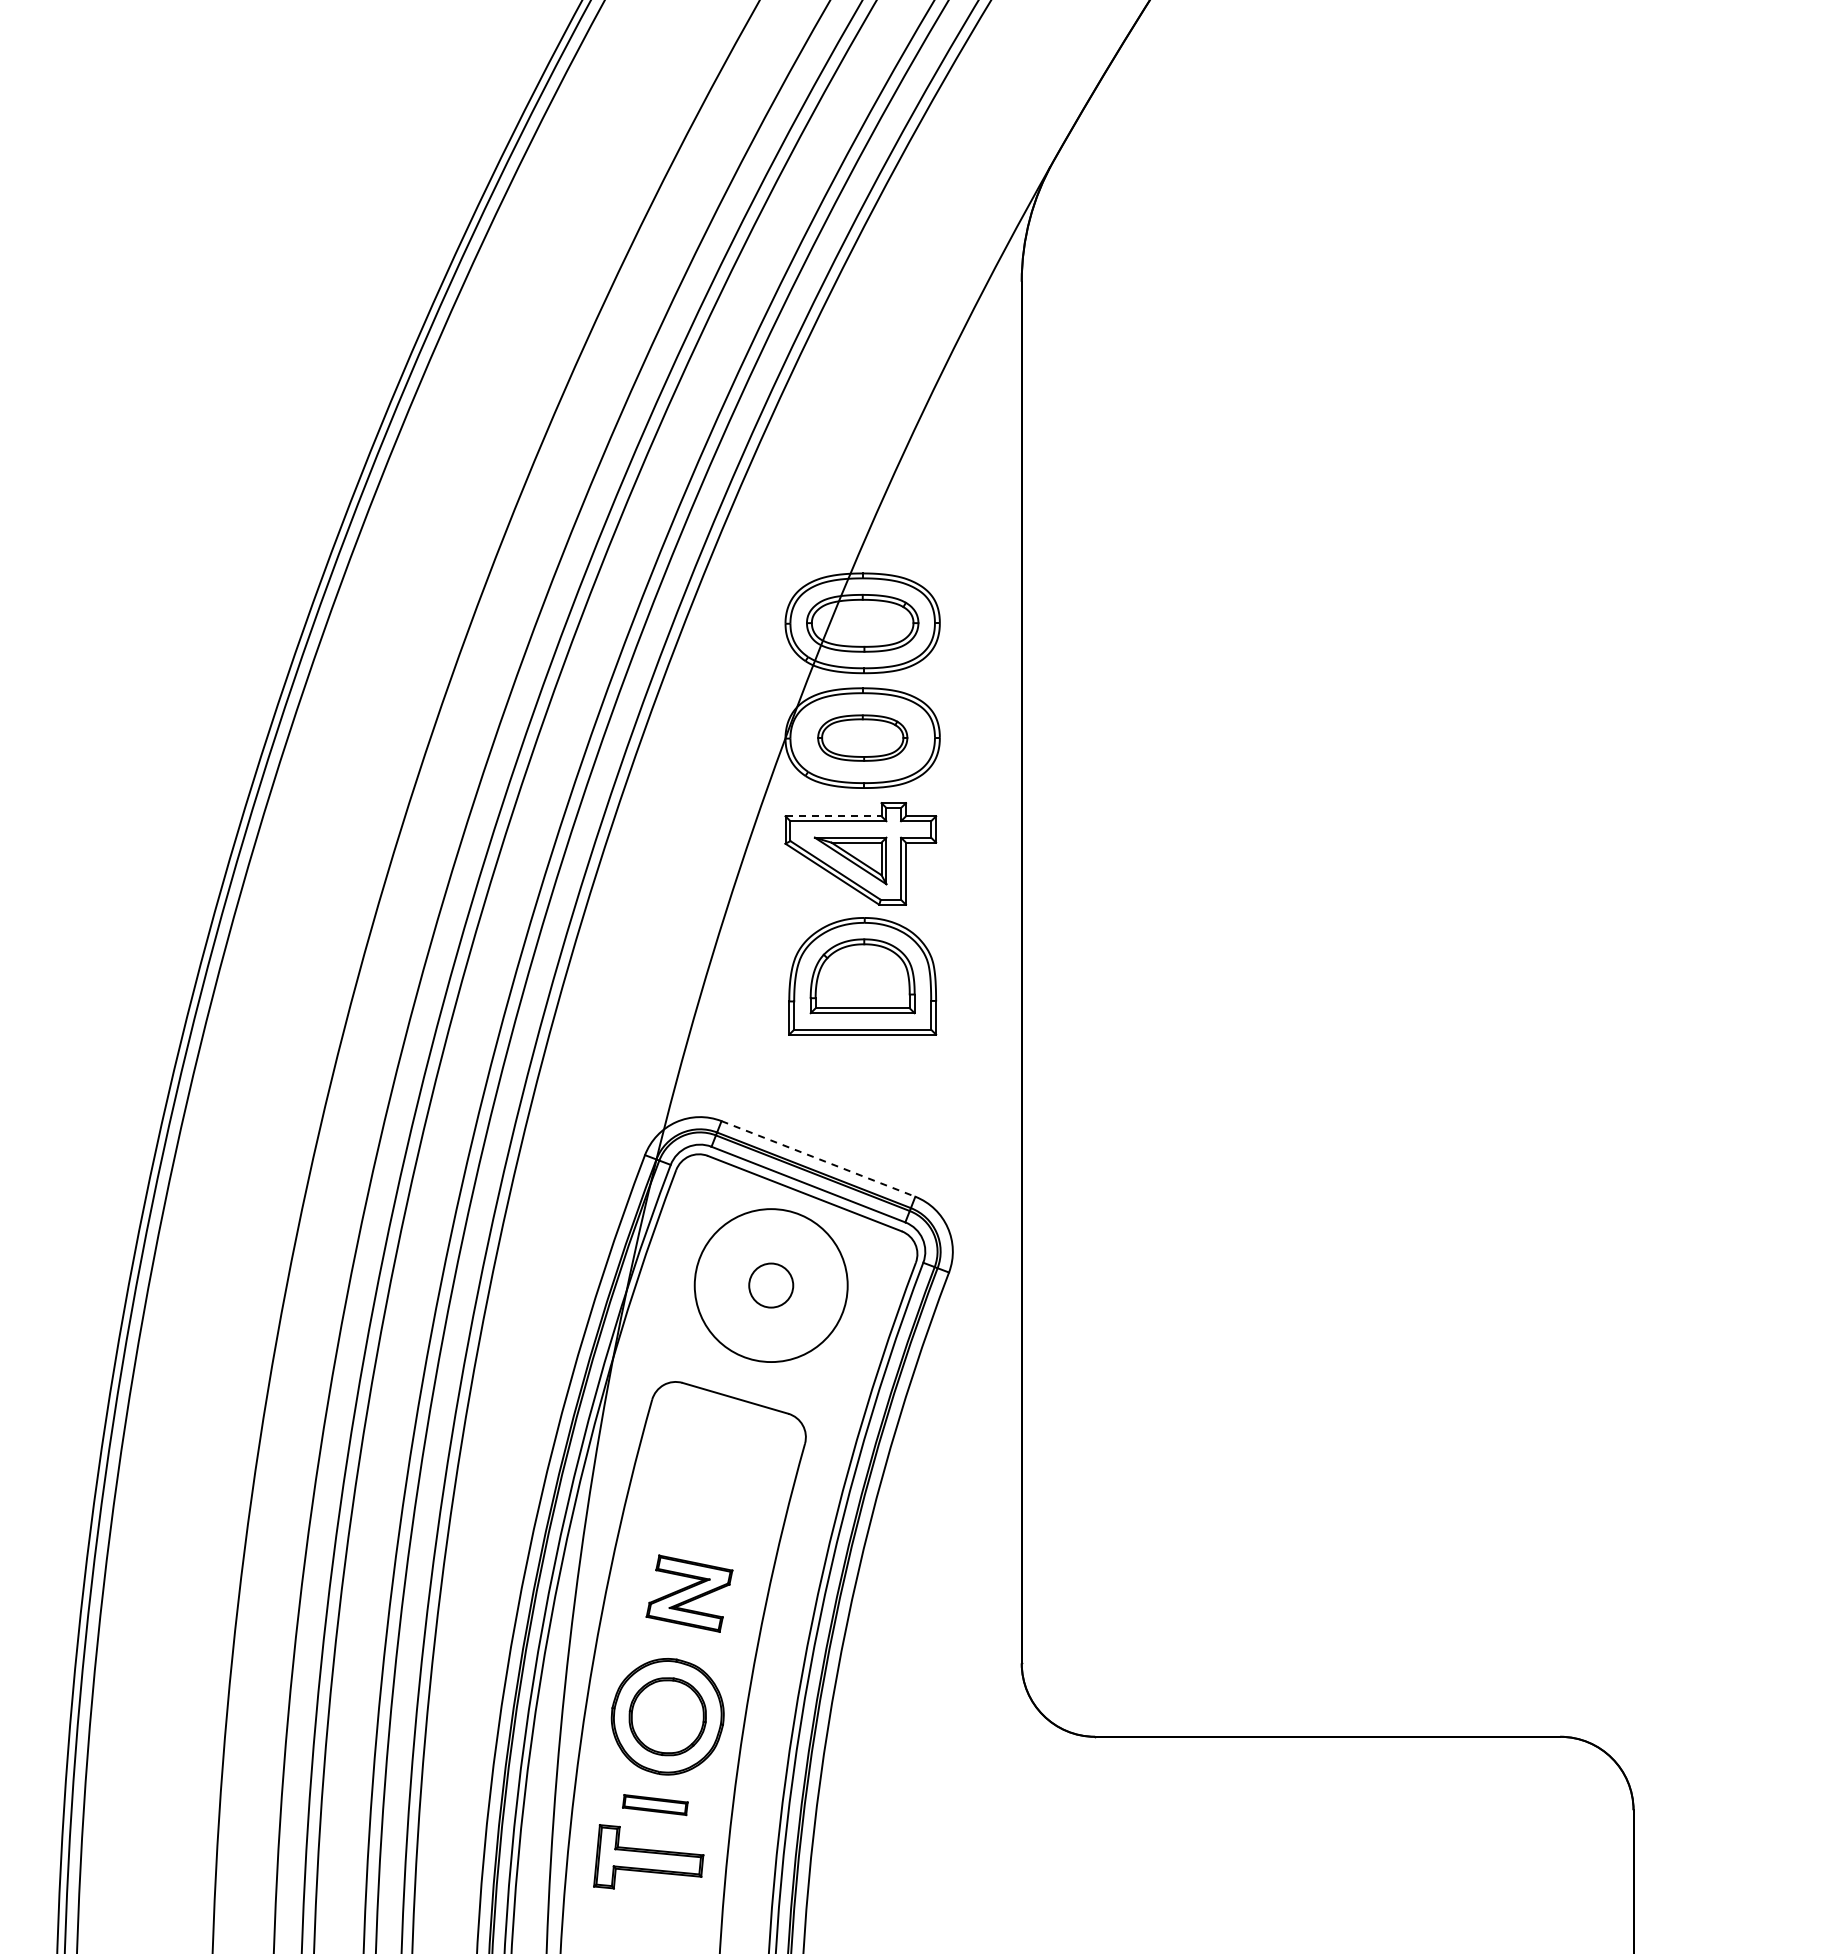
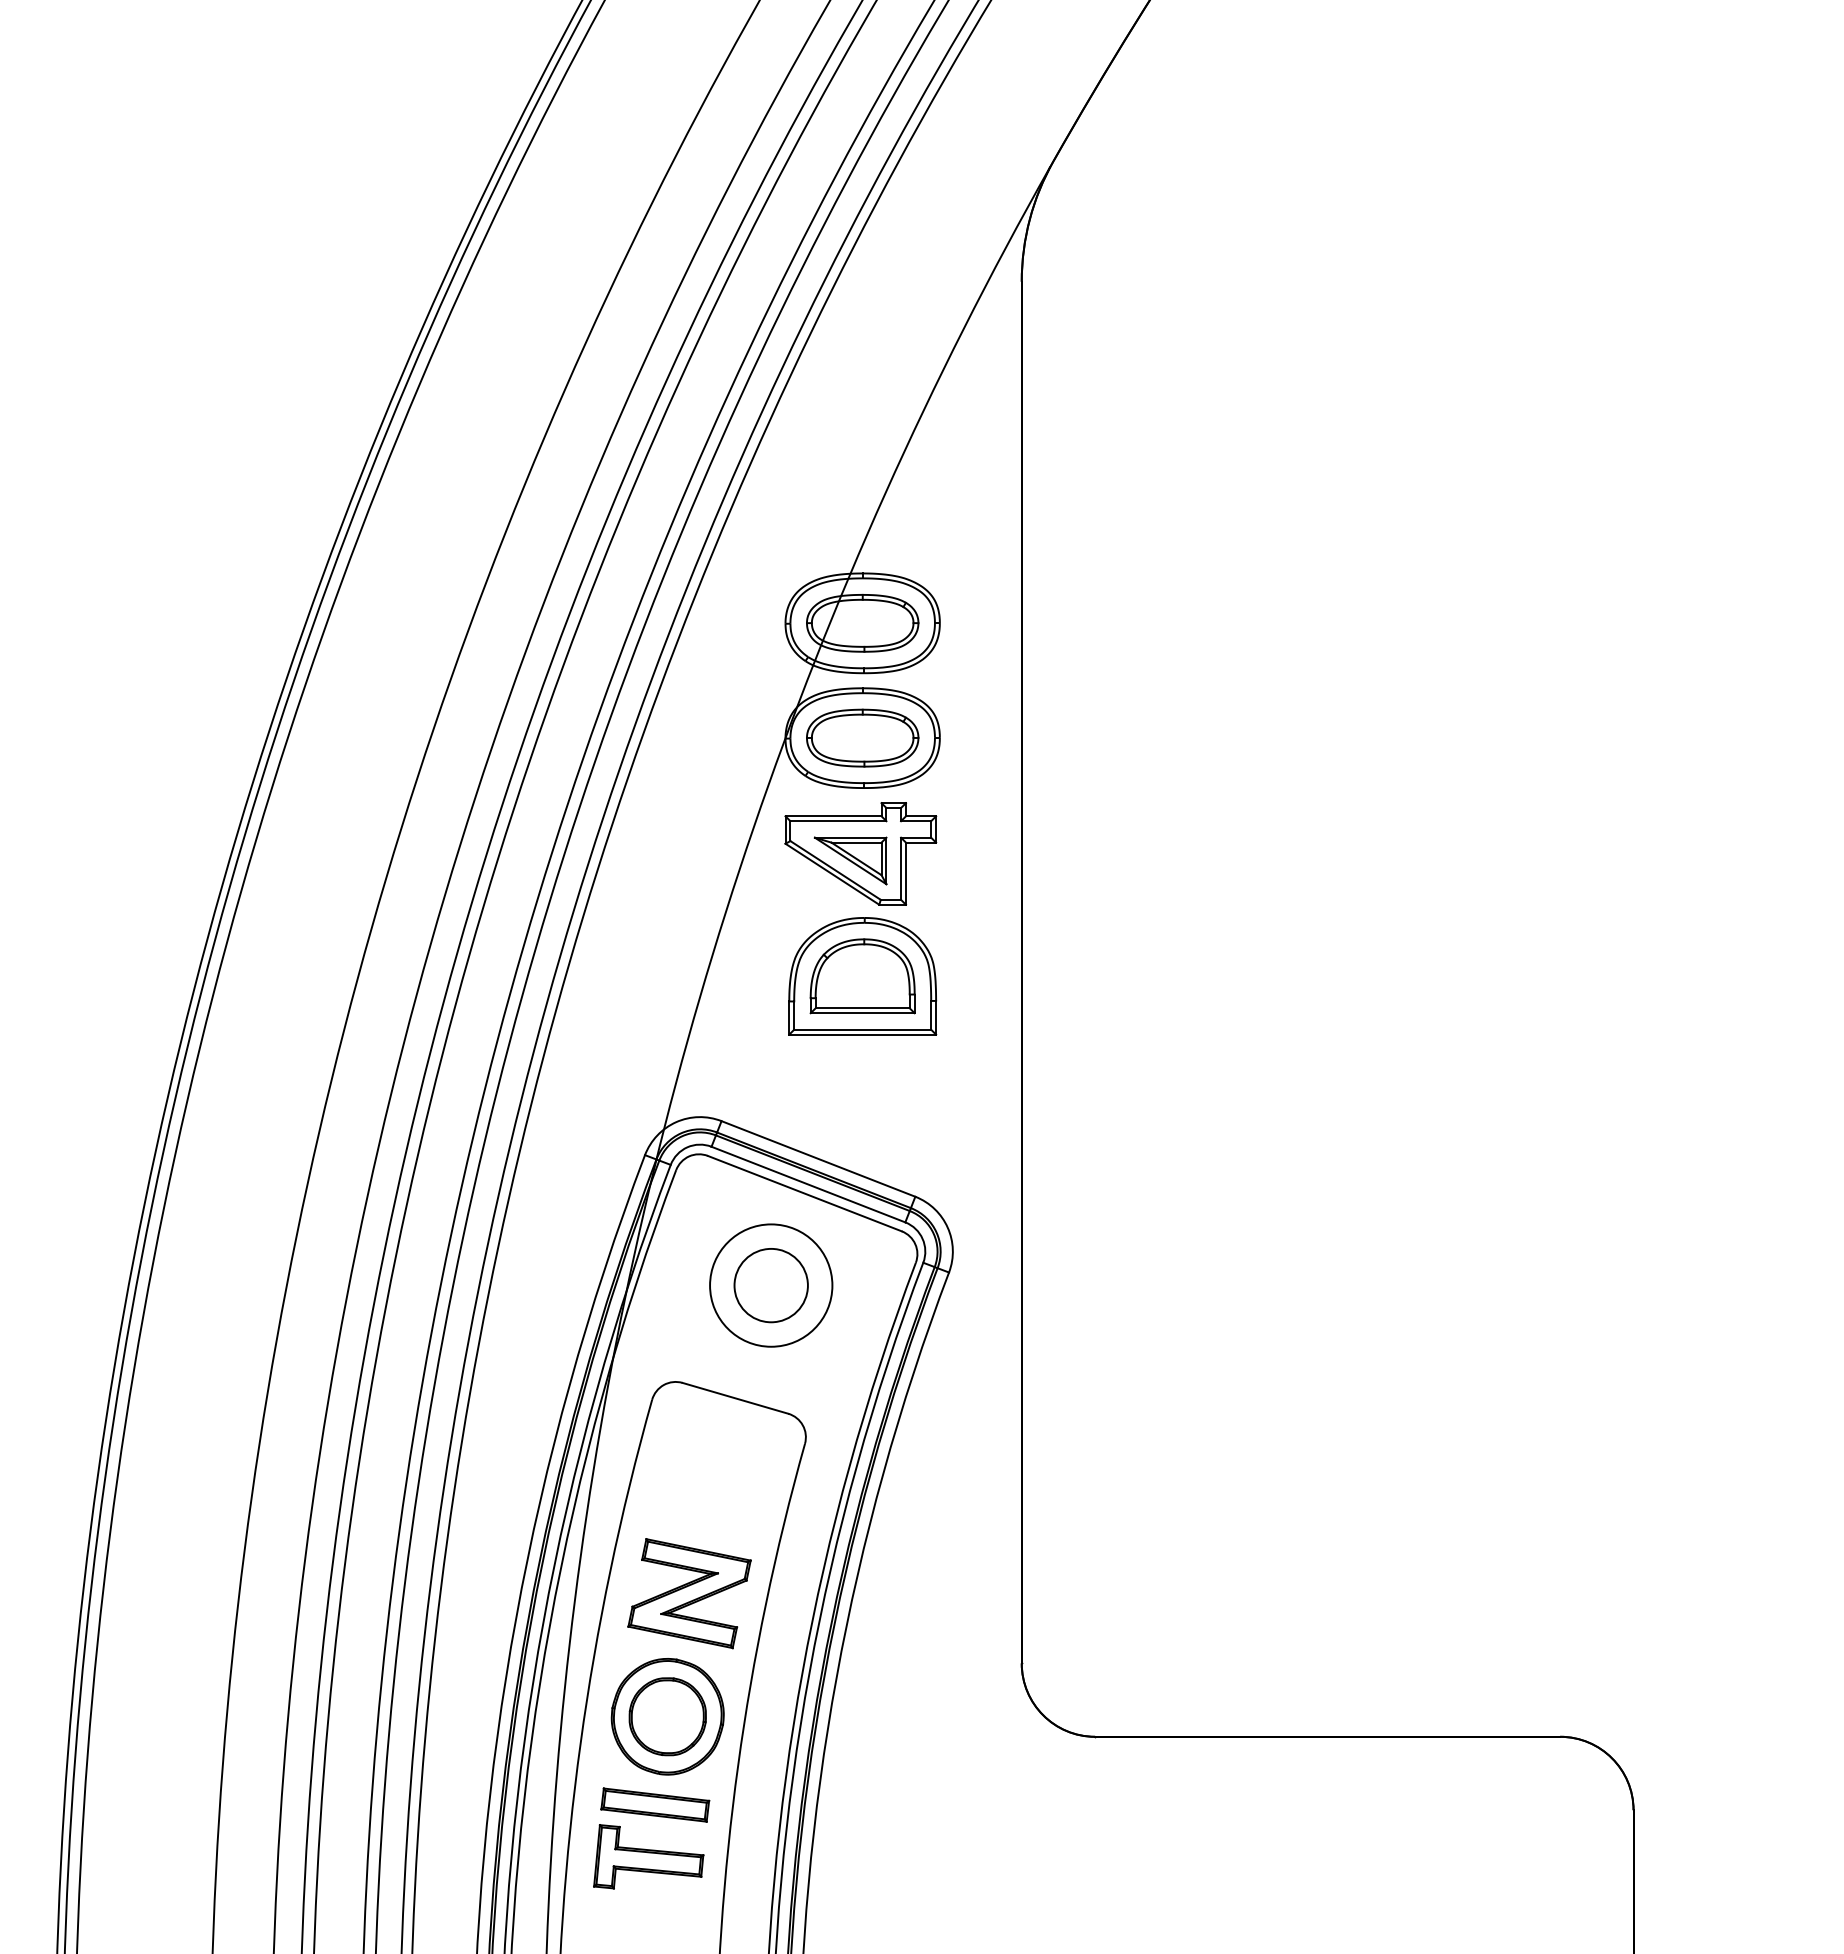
part at (862, 737) size: 92x48 px -> 114x60 px
line at (834, 816): dashed -> solid
line at (818, 1159): dashed -> solid
circle at (770, 1285) diameter: 153 px -> 122 px
circle at (771, 1285) diameter: 44 px -> 73 px
part at (689, 1593) size: 89x79 px -> 125x112 px
part at (655, 1805) size: 67x23 px -> 111x36 px
